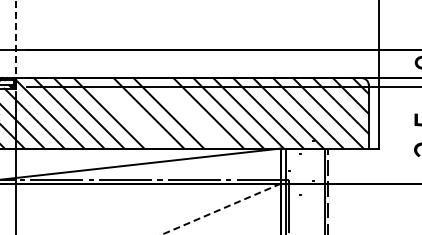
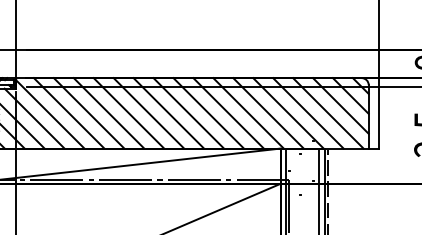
line at (16, 40): dashed -> solid
line at (128, 113): none -> present
line at (188, 113): none -> present
line at (319, 189): none -> present
line at (220, 209): dashed -> solid
